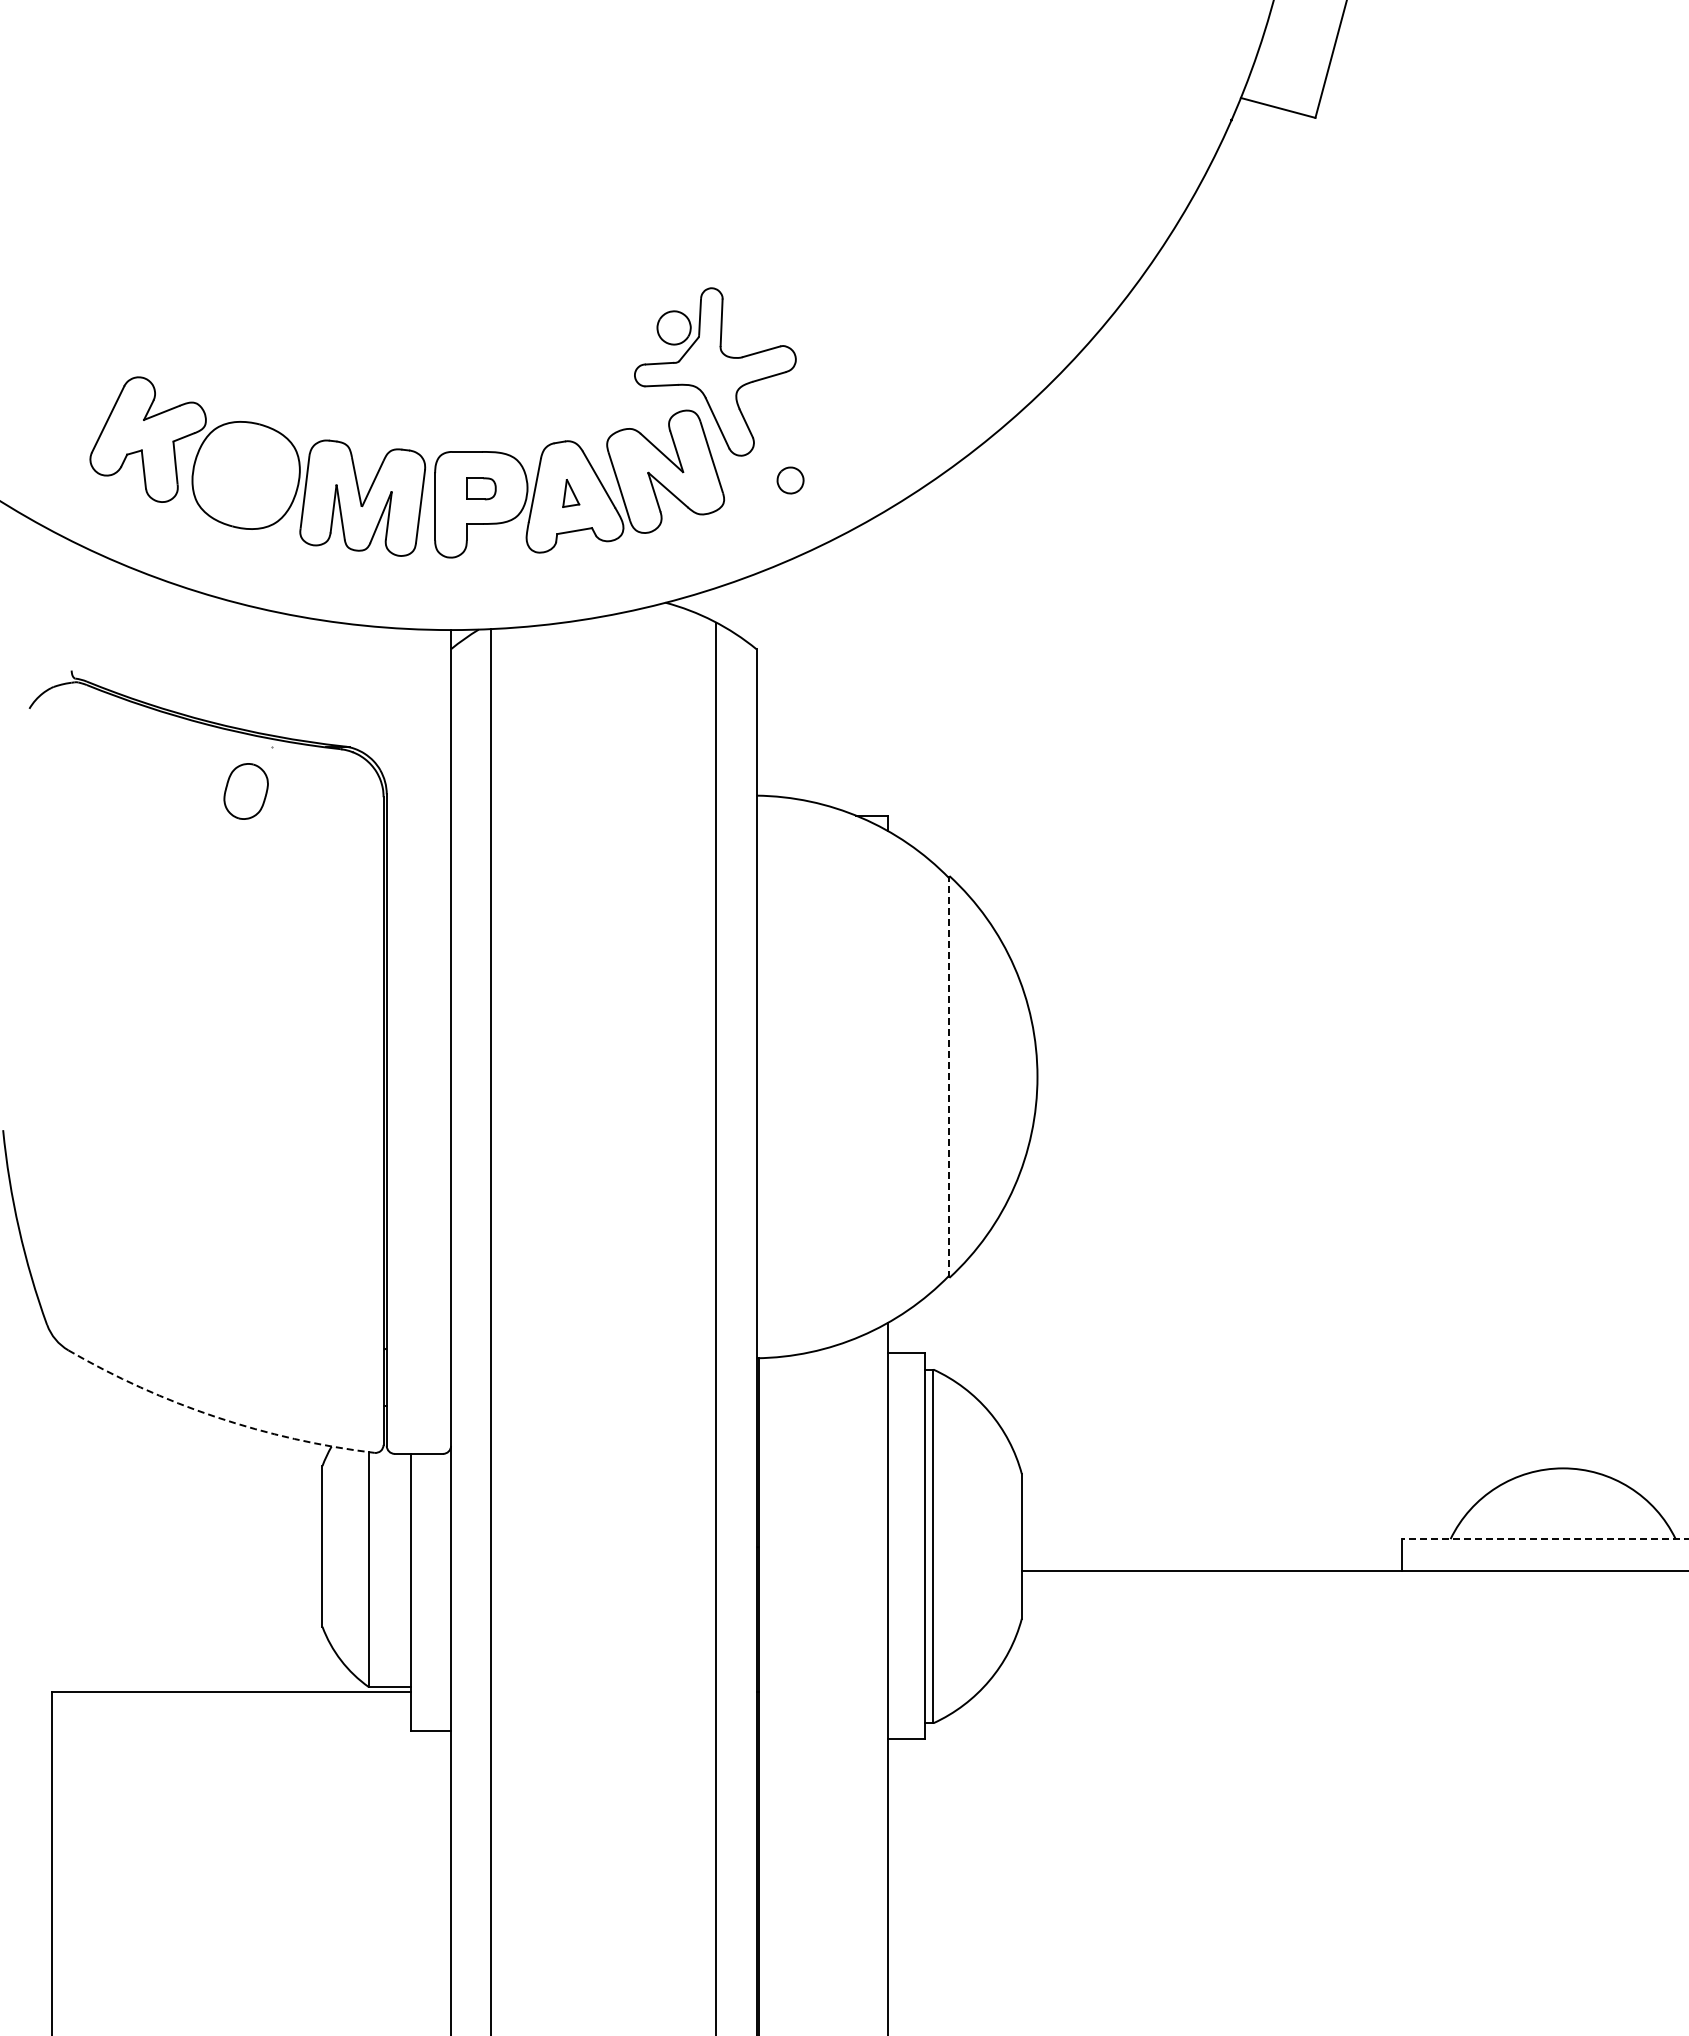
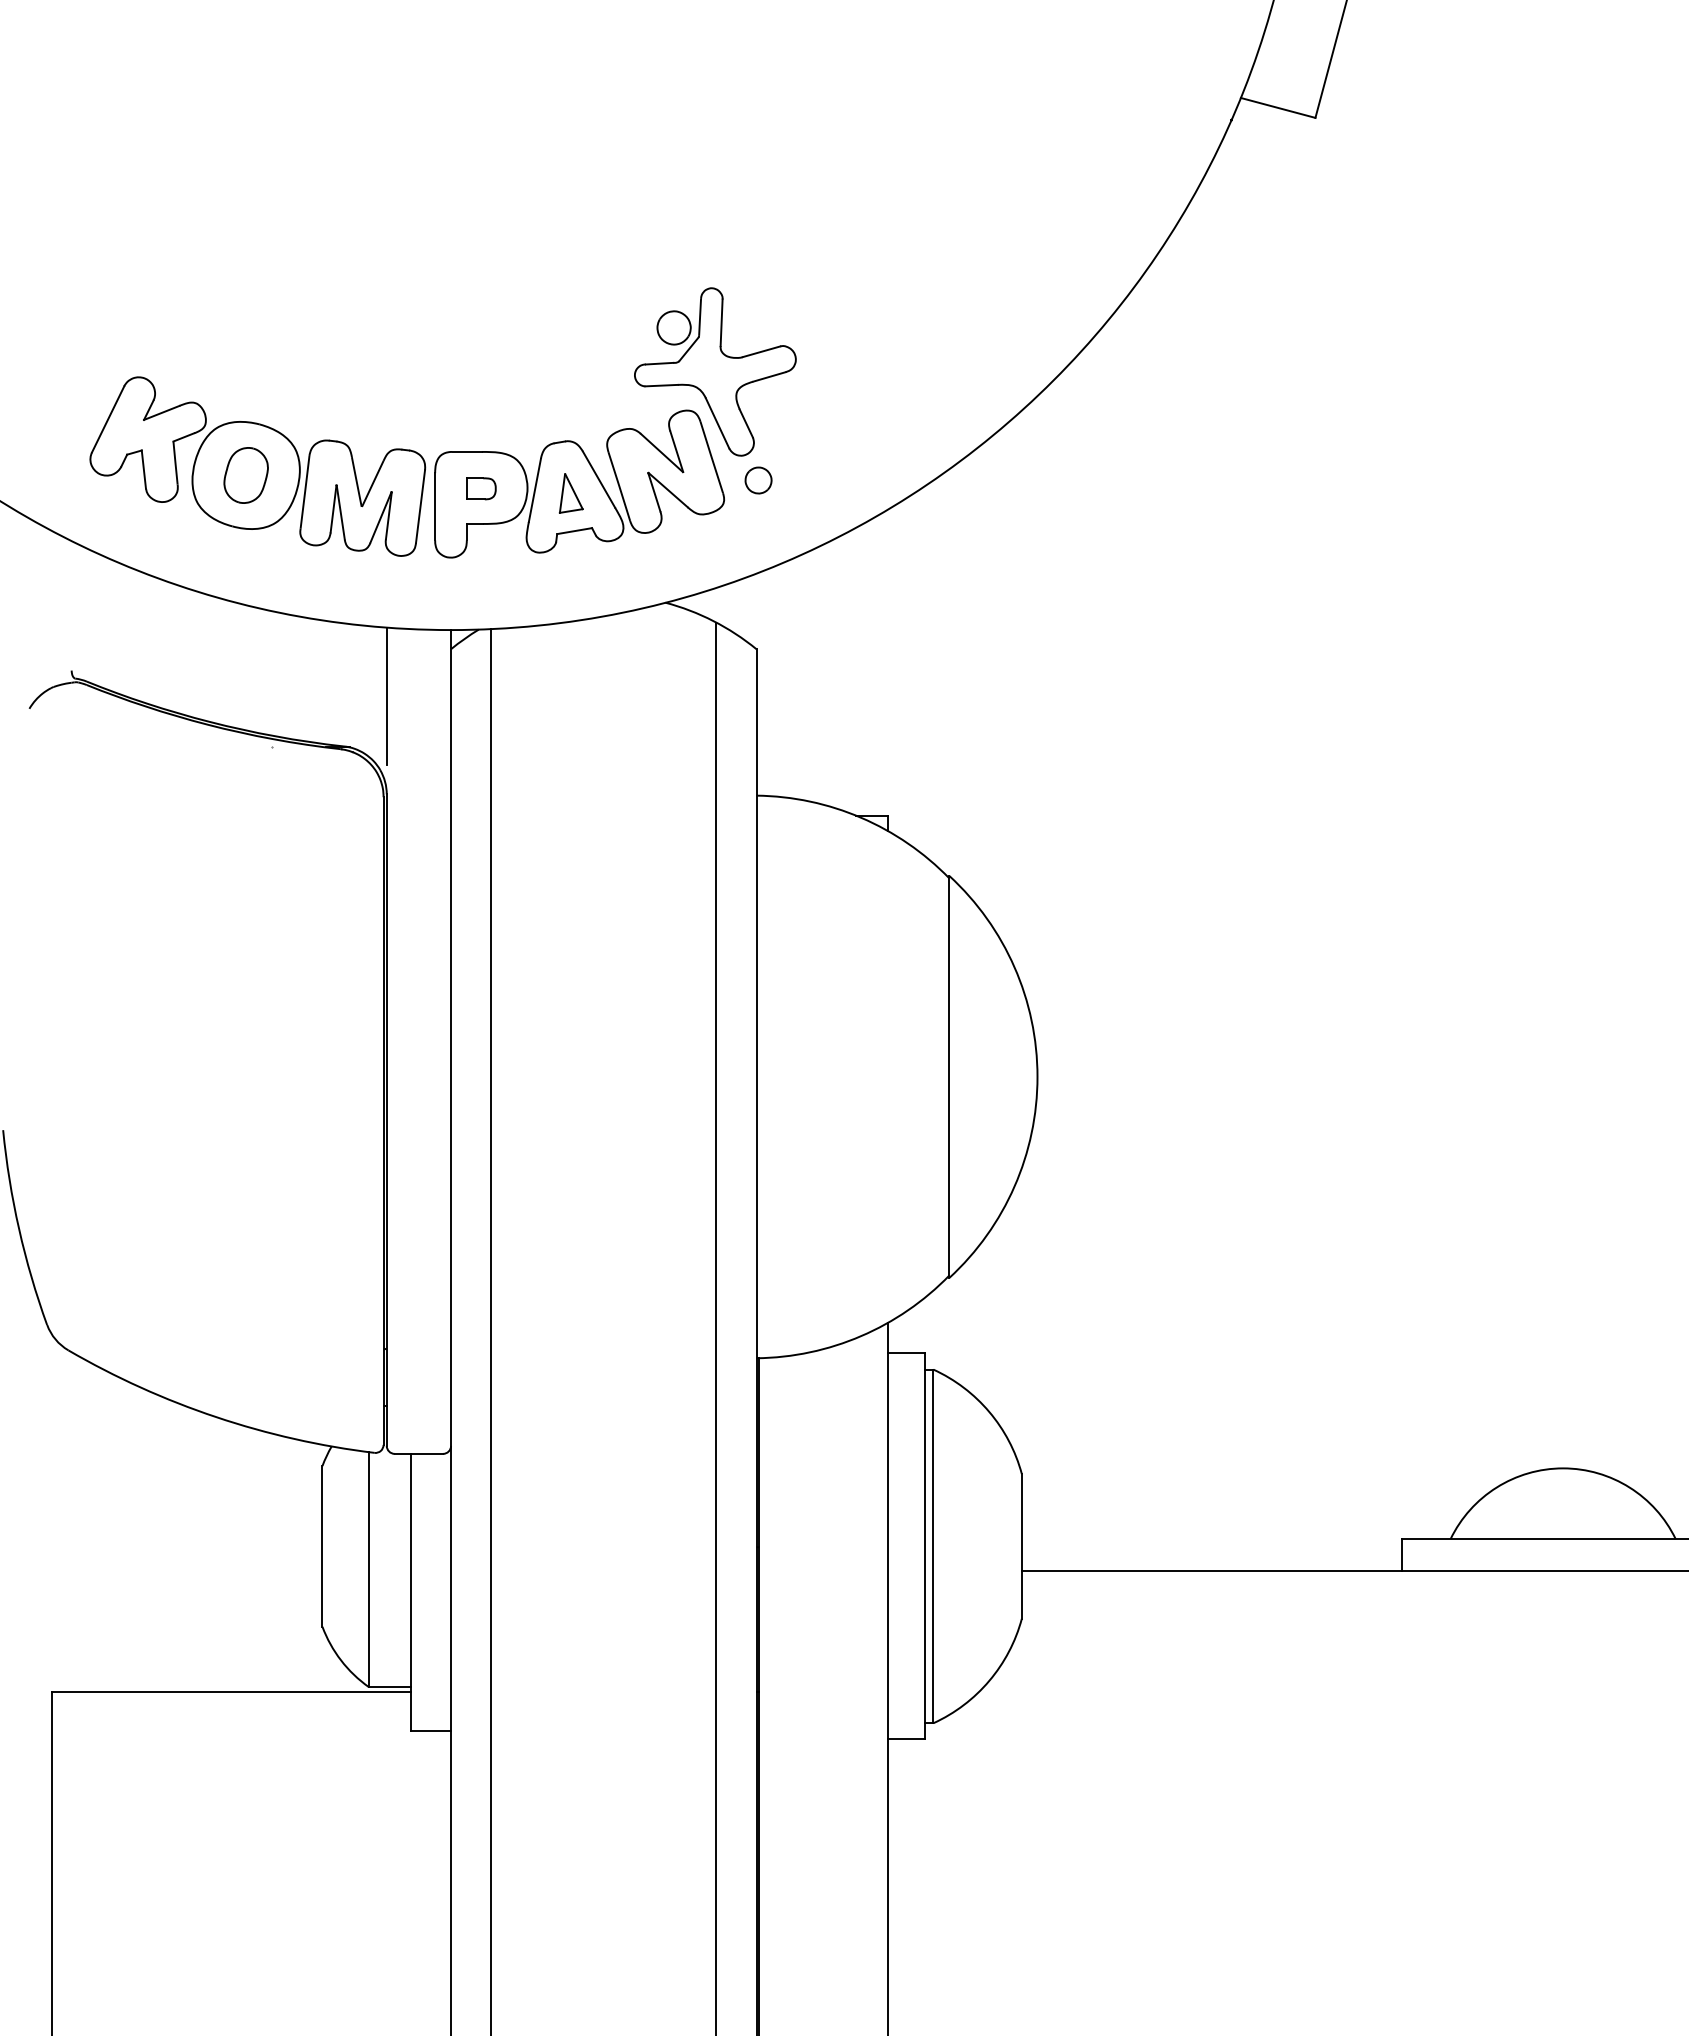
part at (790, 480) position: (790, 480) -> (758, 480)
part at (571, 493) size: 19x29 px -> 26x41 px
line at (386, 696): none -> present
part at (245, 791) position: (245, 791) -> (245, 475)
line at (949, 1076): dashed -> solid
arc at (216, 1417): dashed -> solid
line at (1545, 1539): dashed -> solid
